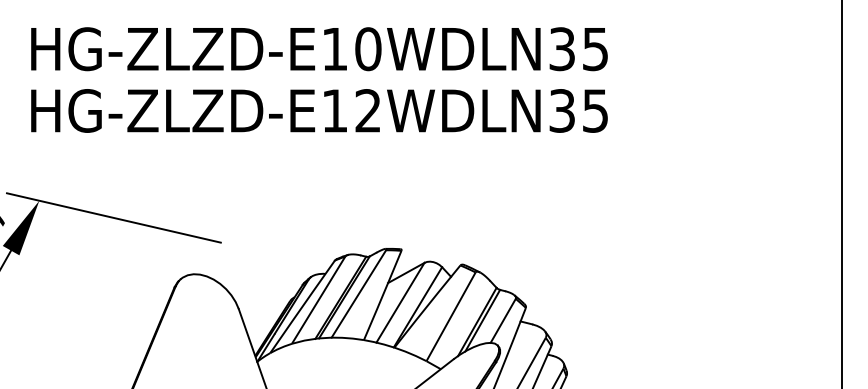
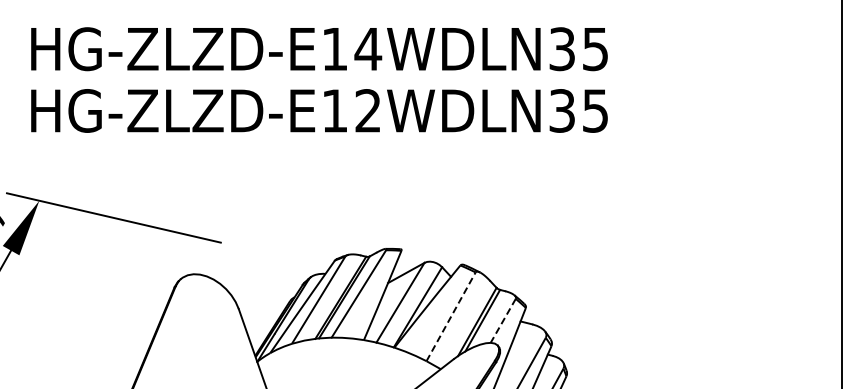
text at (368, 49): HG-ZLZD-E10WDLN35 -> HG-ZLZD-E14WDLN35
line at (451, 315): solid -> dashed
line at (502, 321): solid -> dashed
